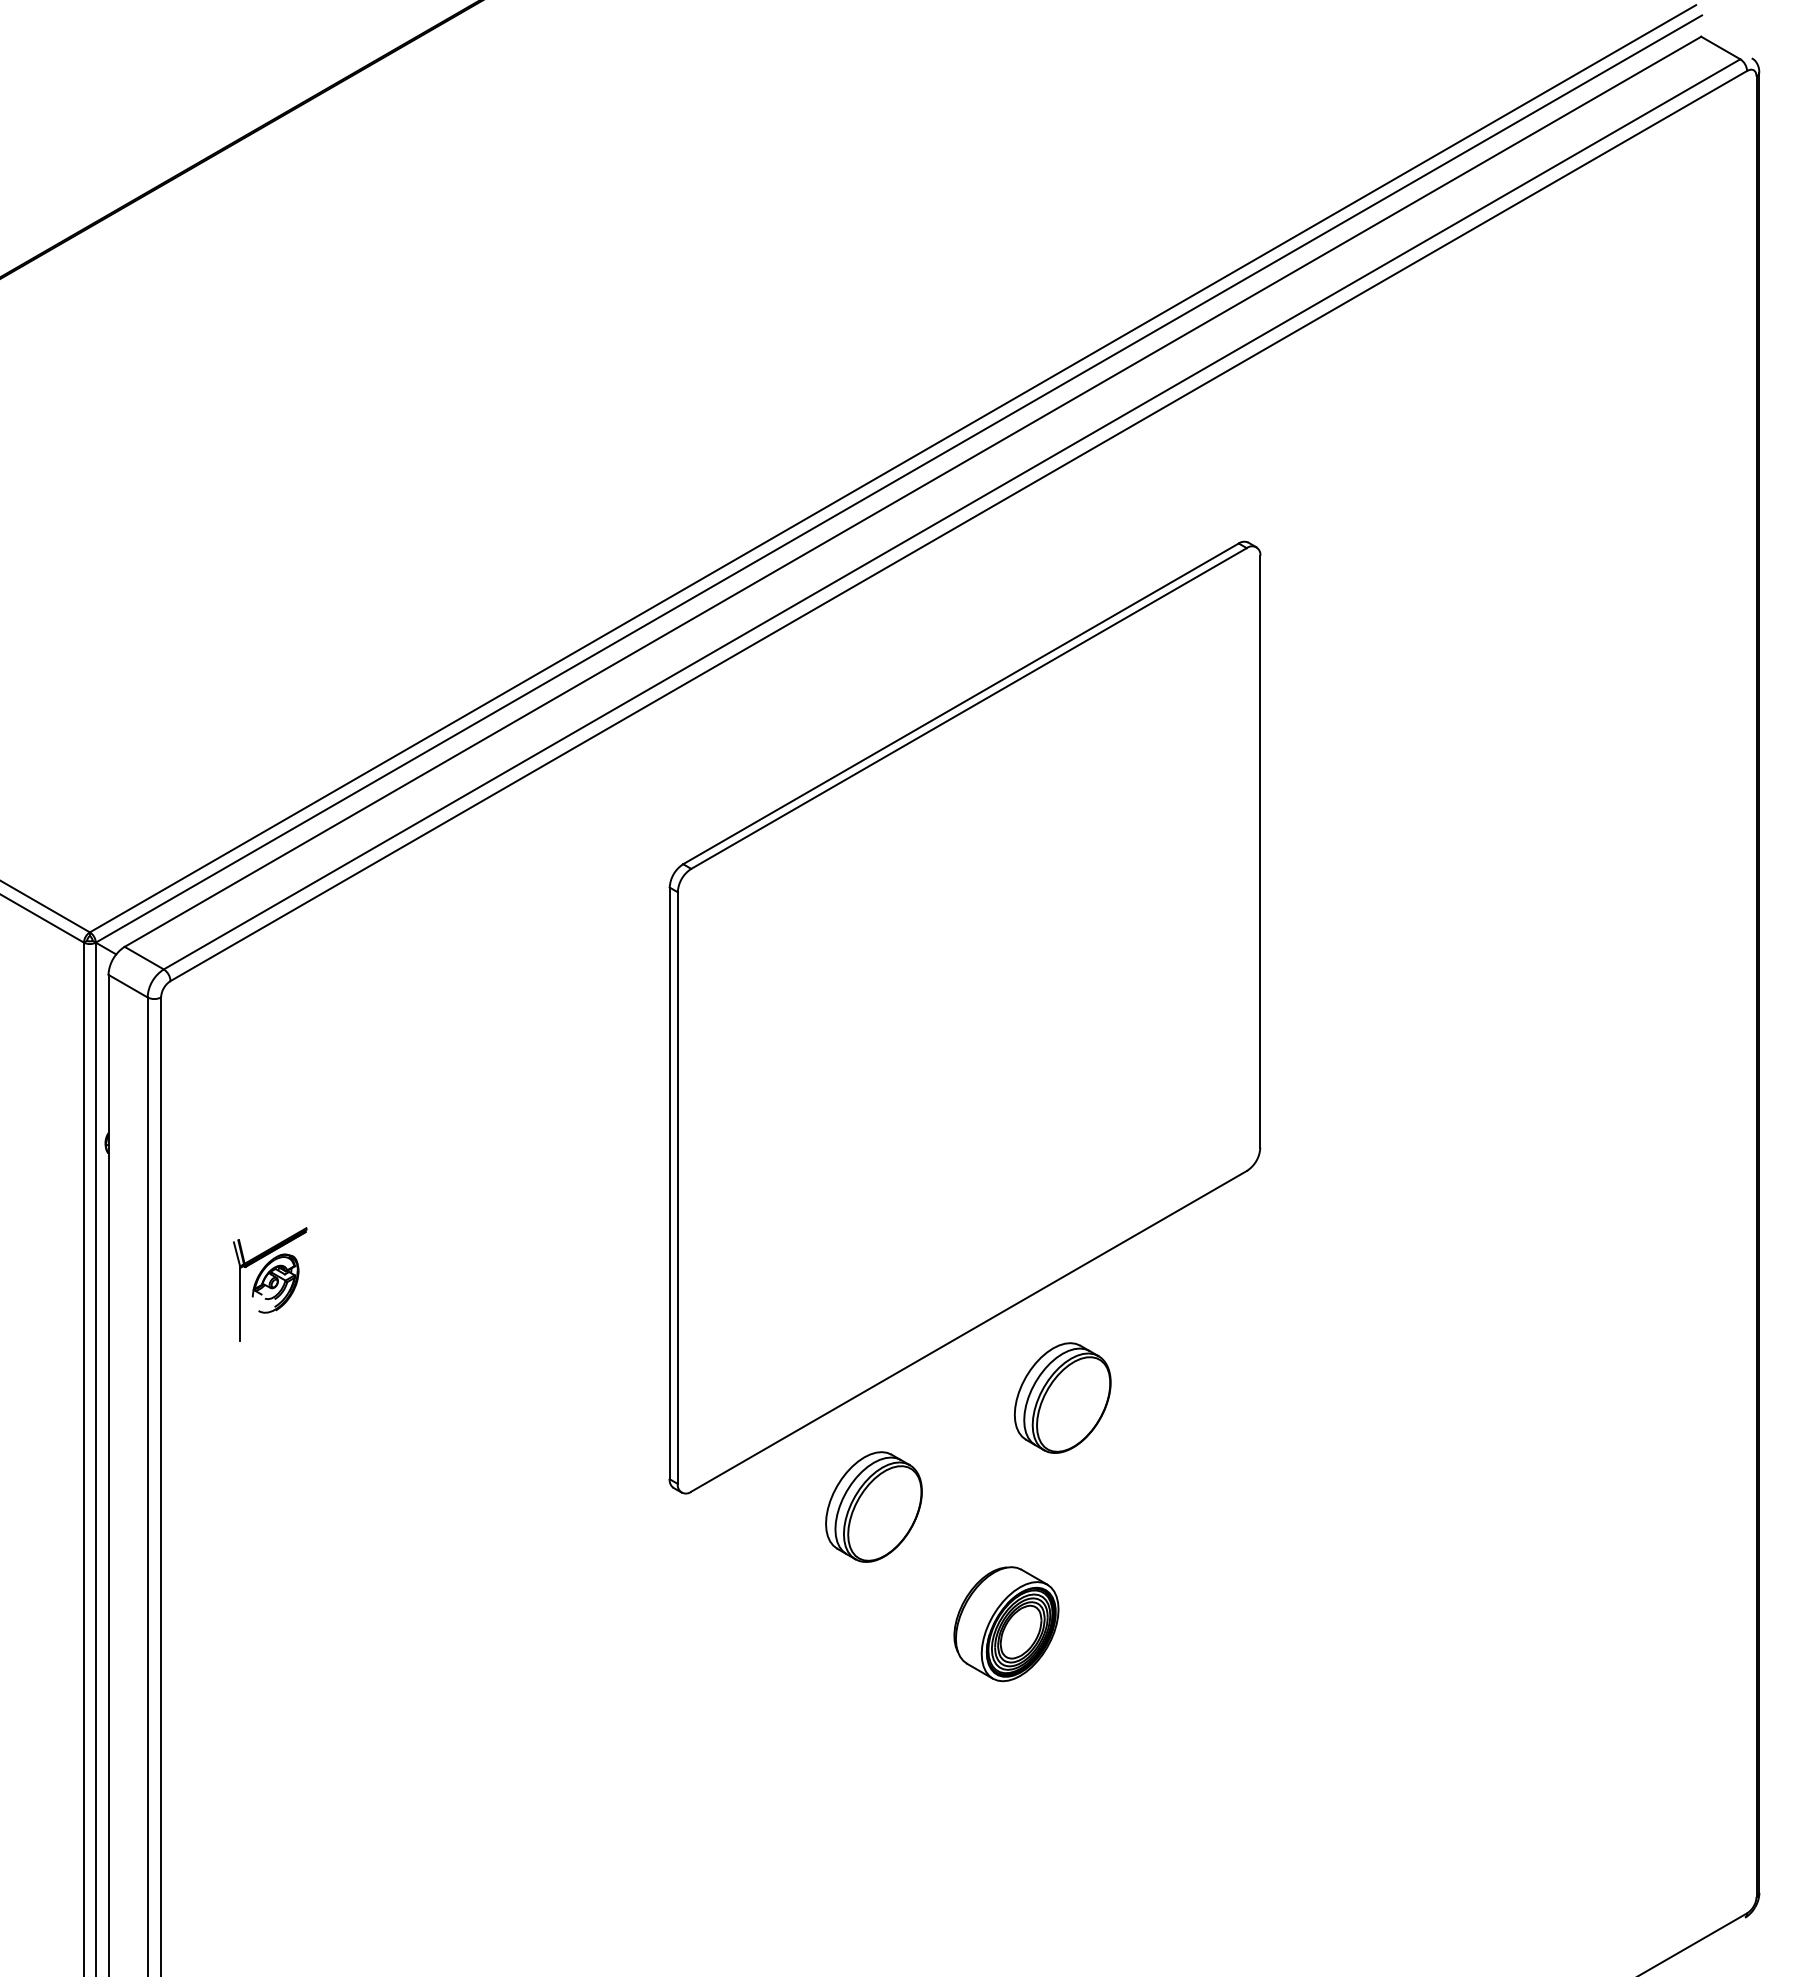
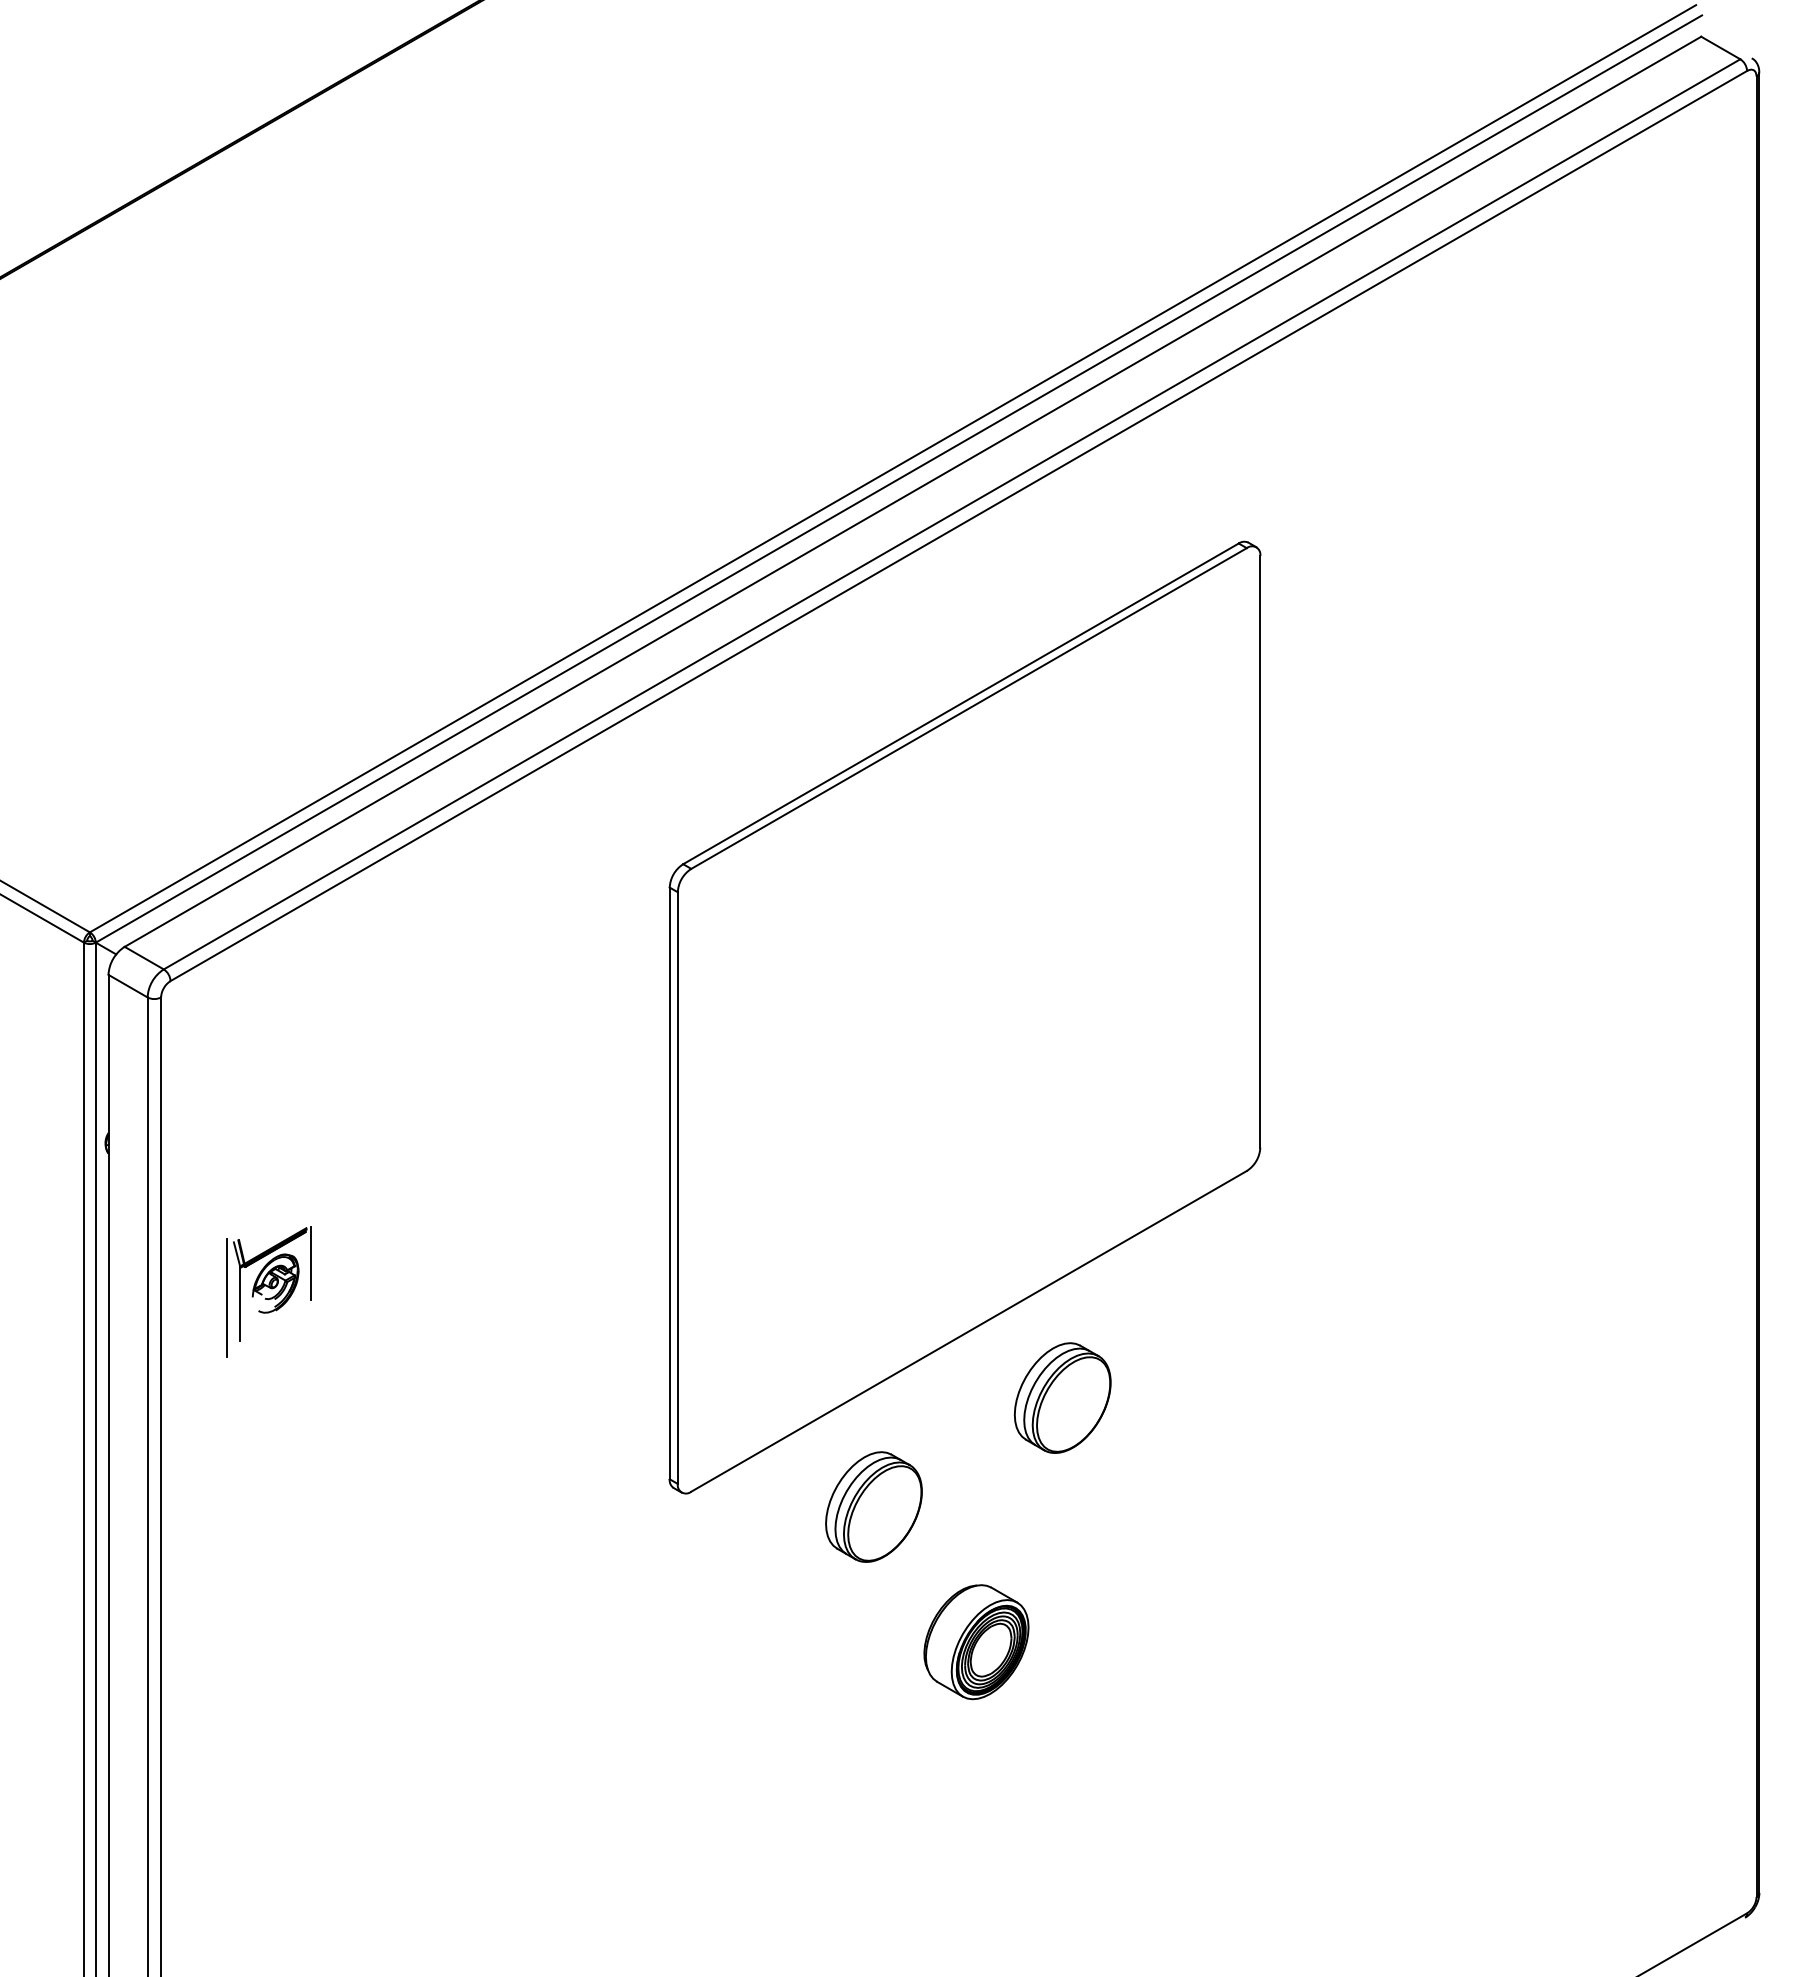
line at (311, 1263): none -> present
line at (227, 1297): none -> present
part at (1006, 1624) position: (1006, 1624) -> (976, 1642)
